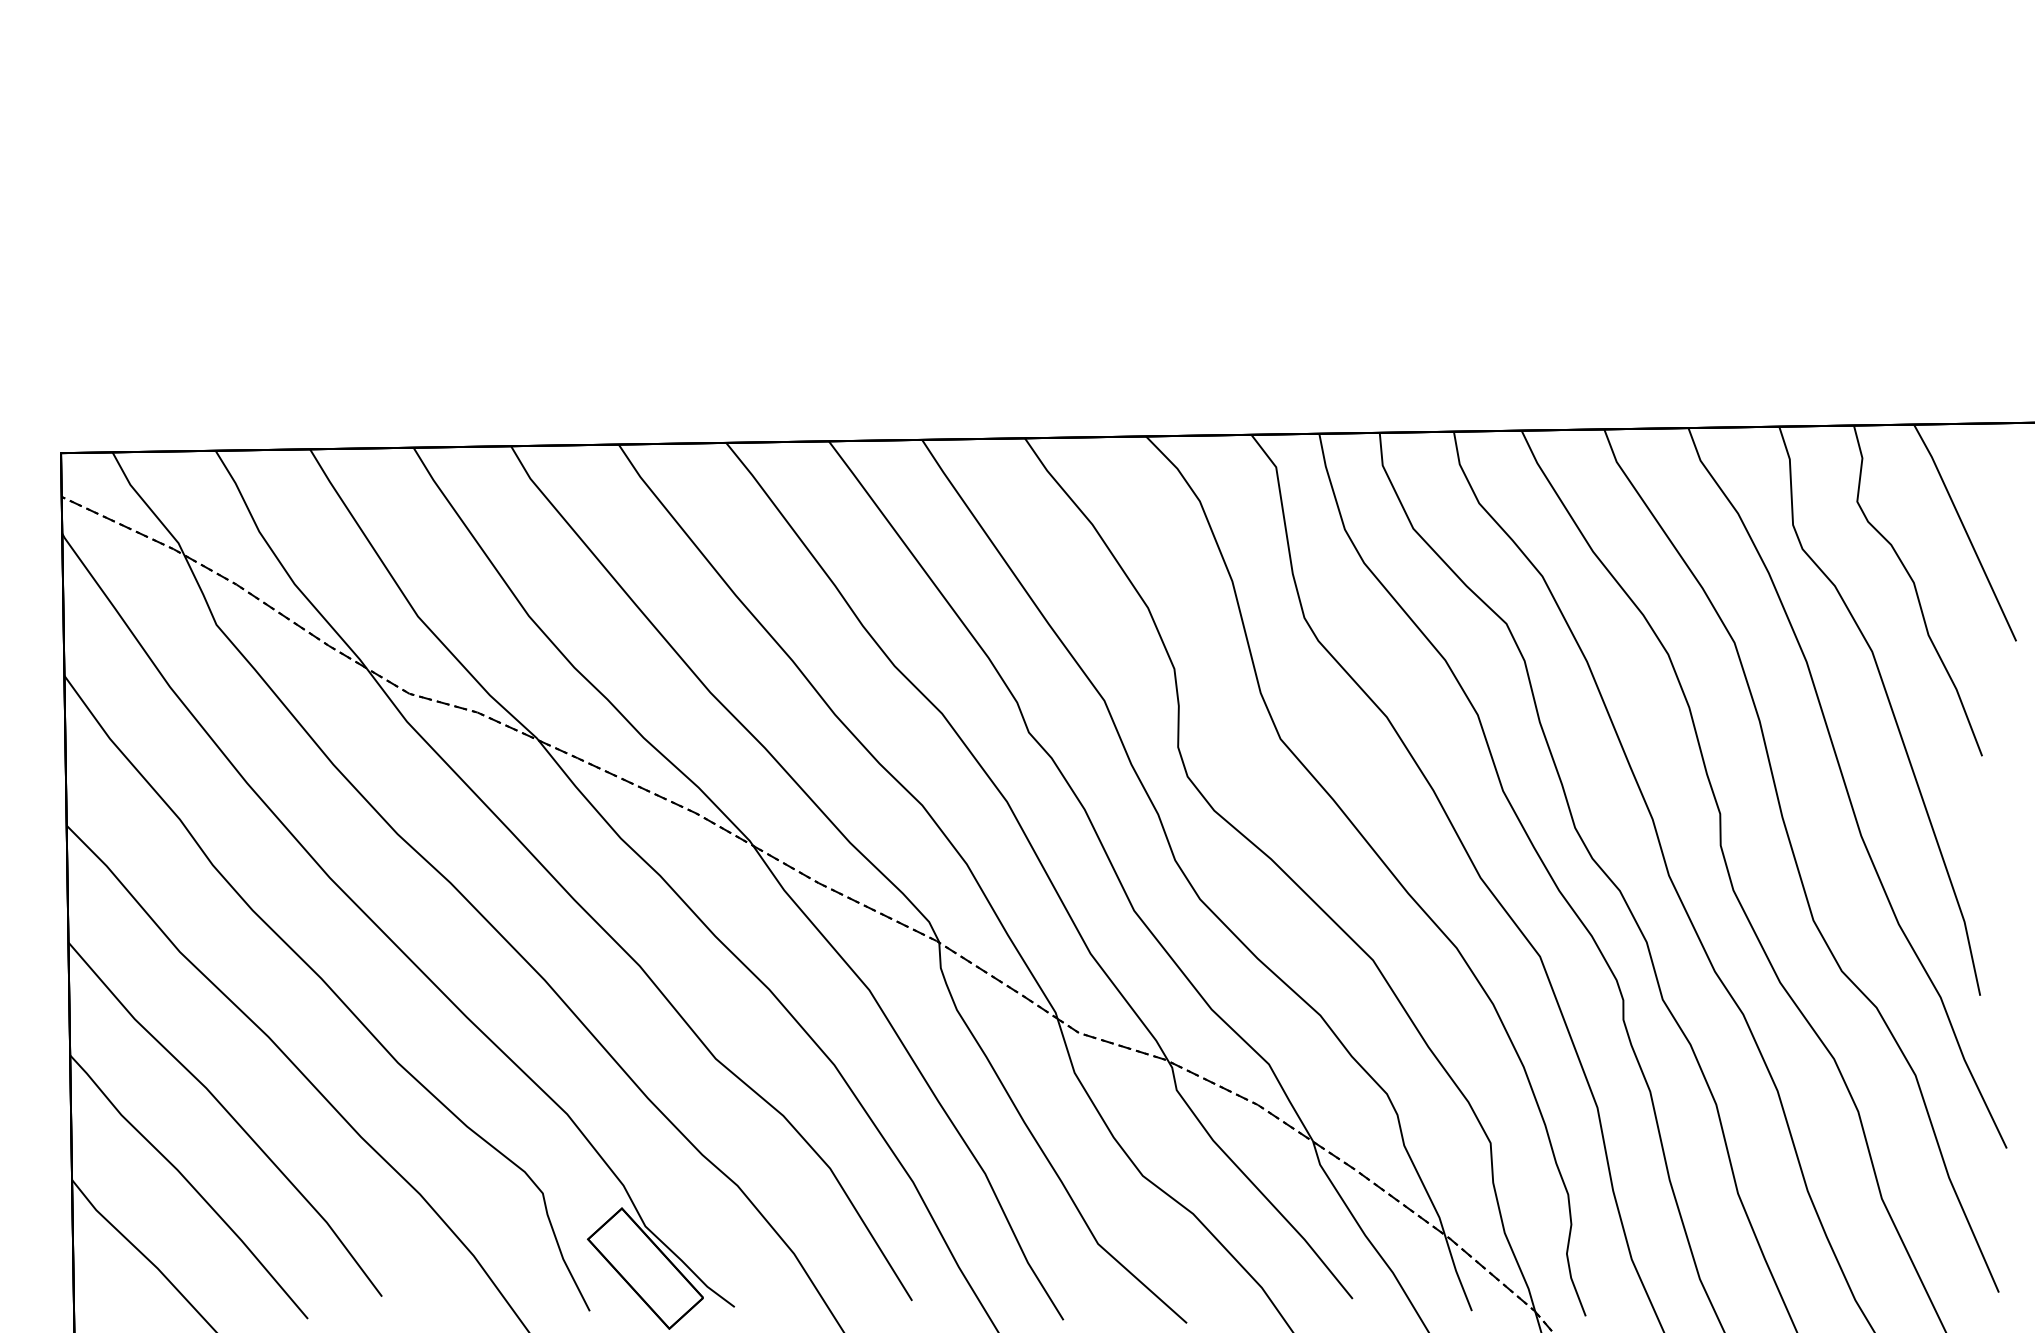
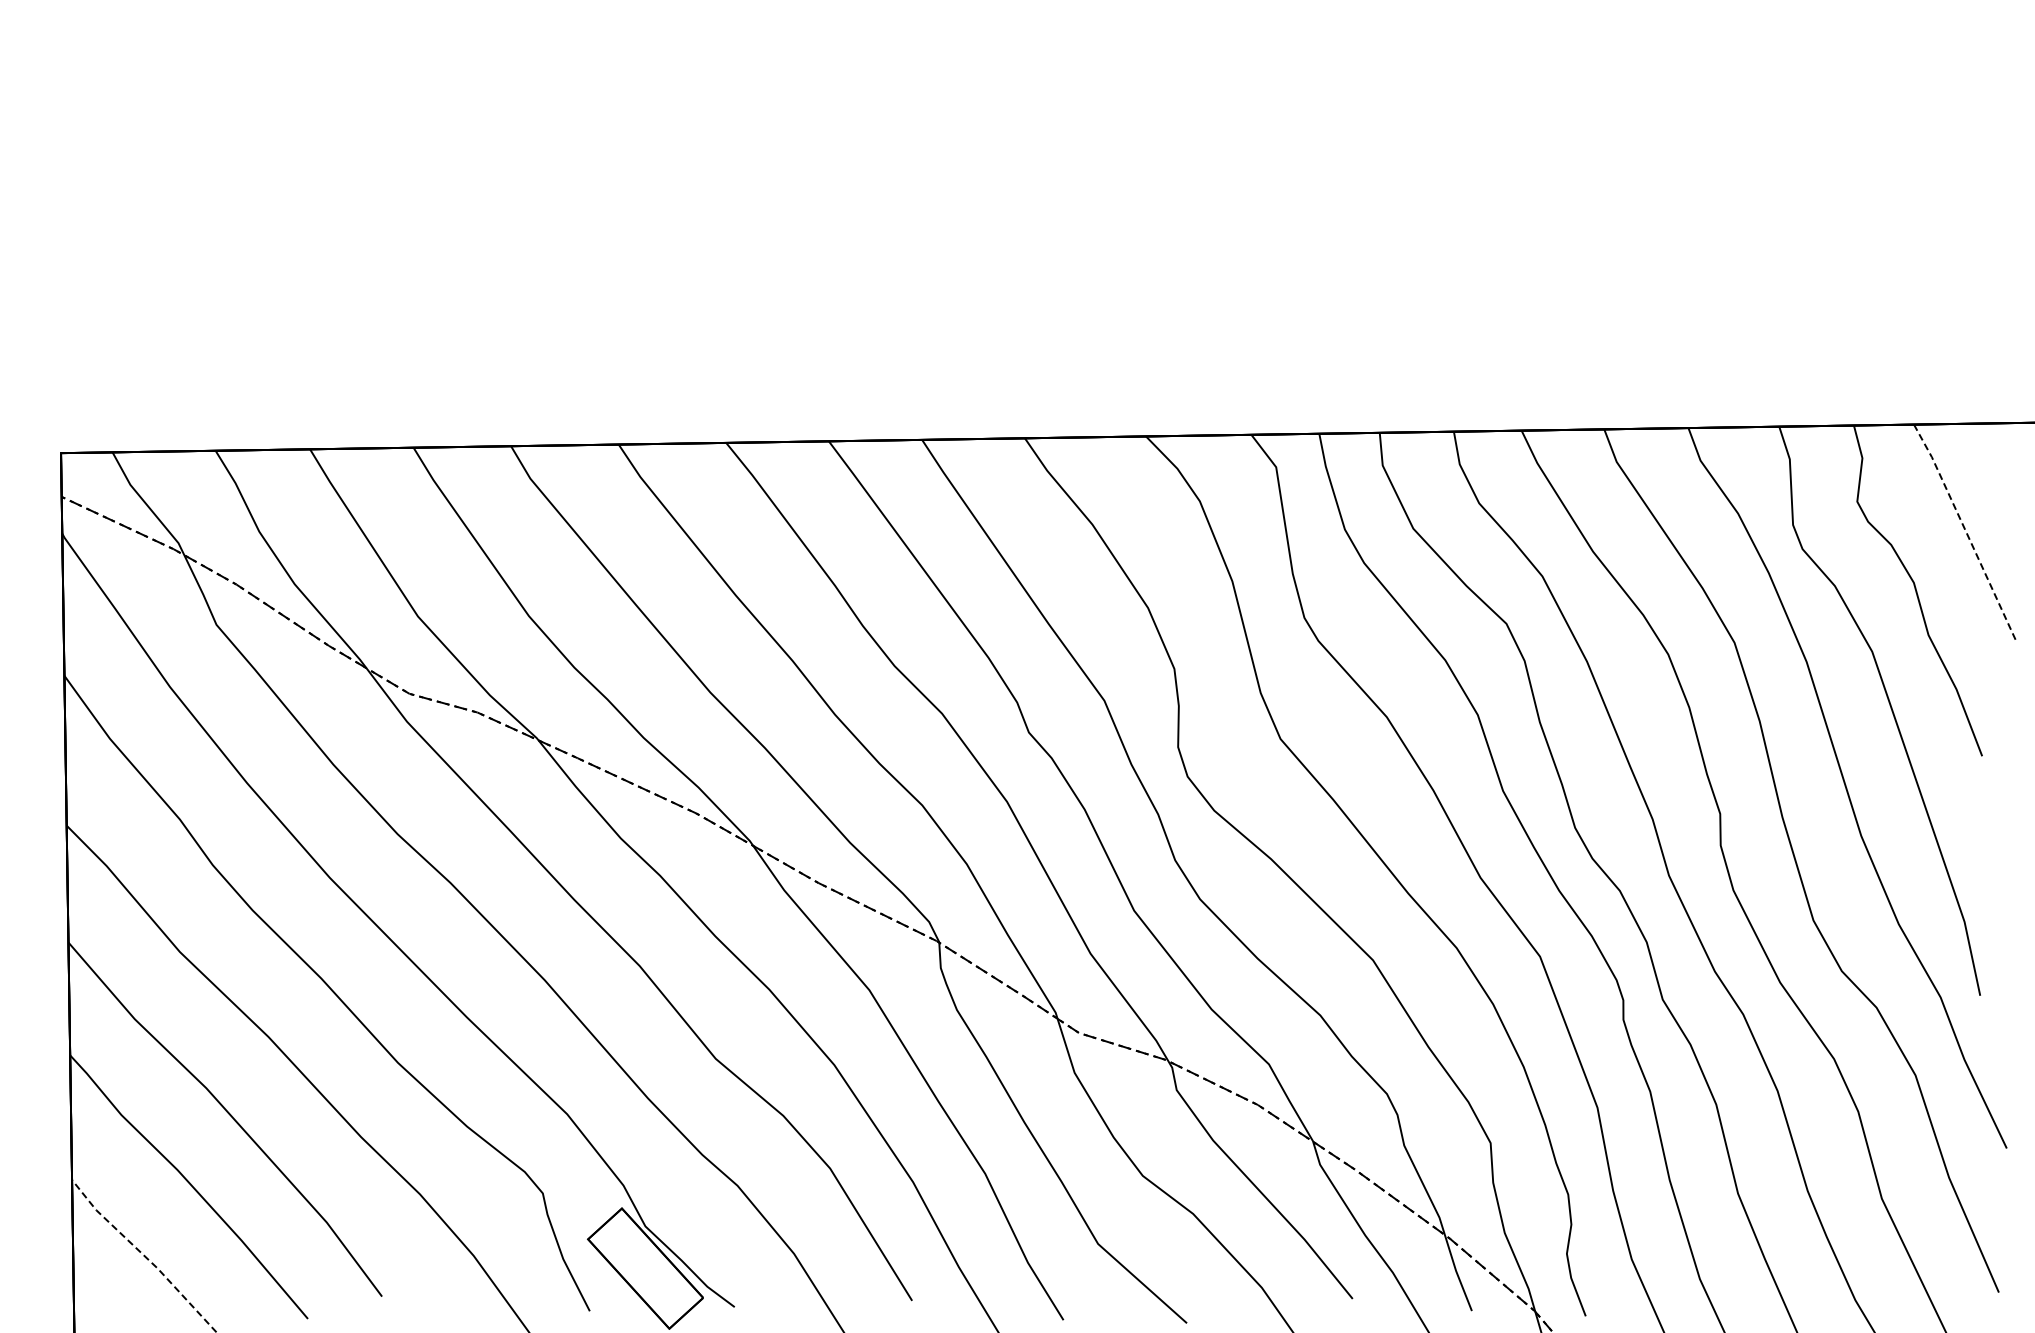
line at (1965, 531): solid -> dashed
line at (143, 1255): solid -> dashed
